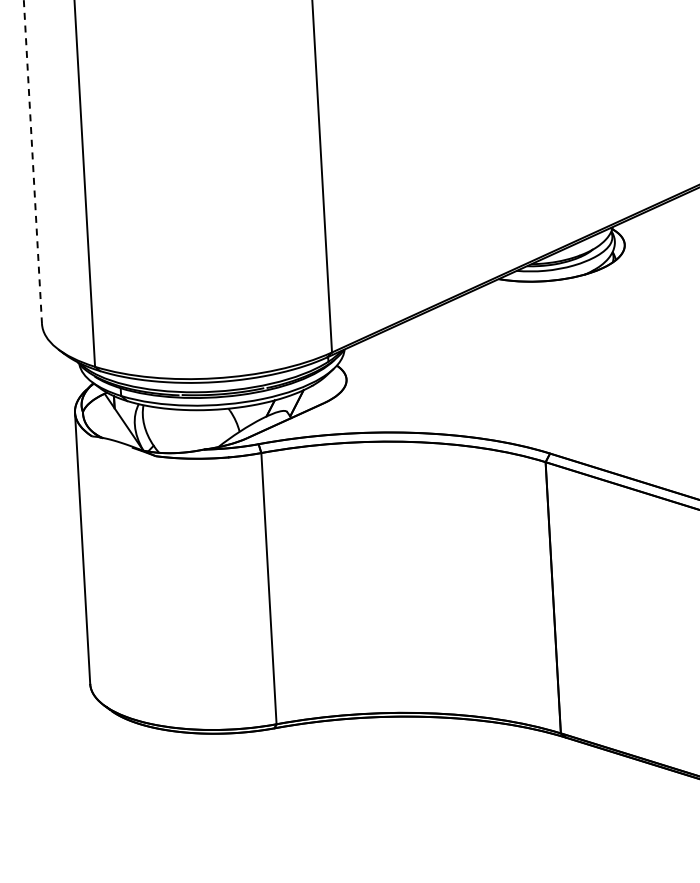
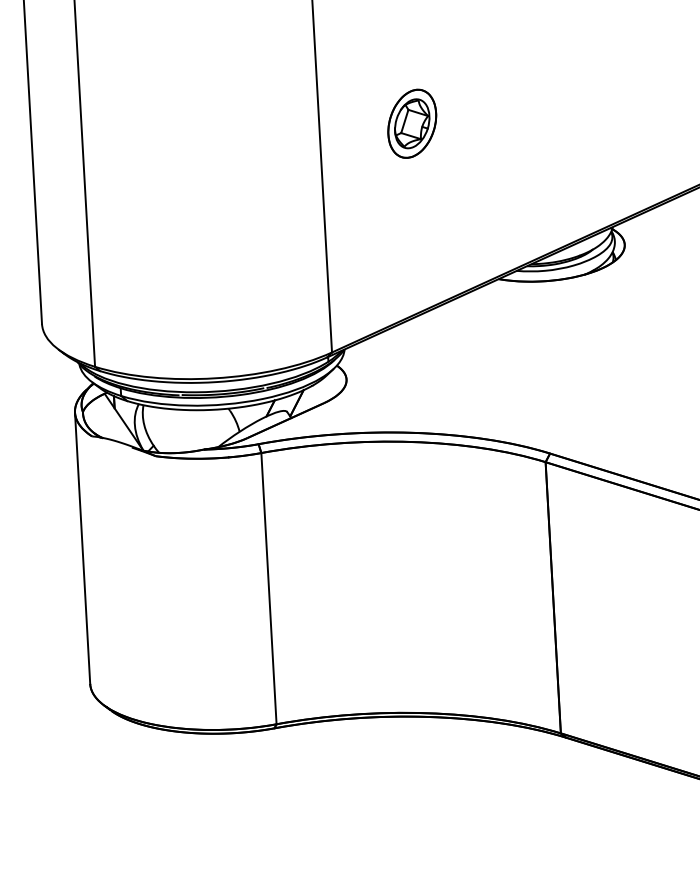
part at (412, 123): none -> present
line at (32, 162): dashed -> solid
